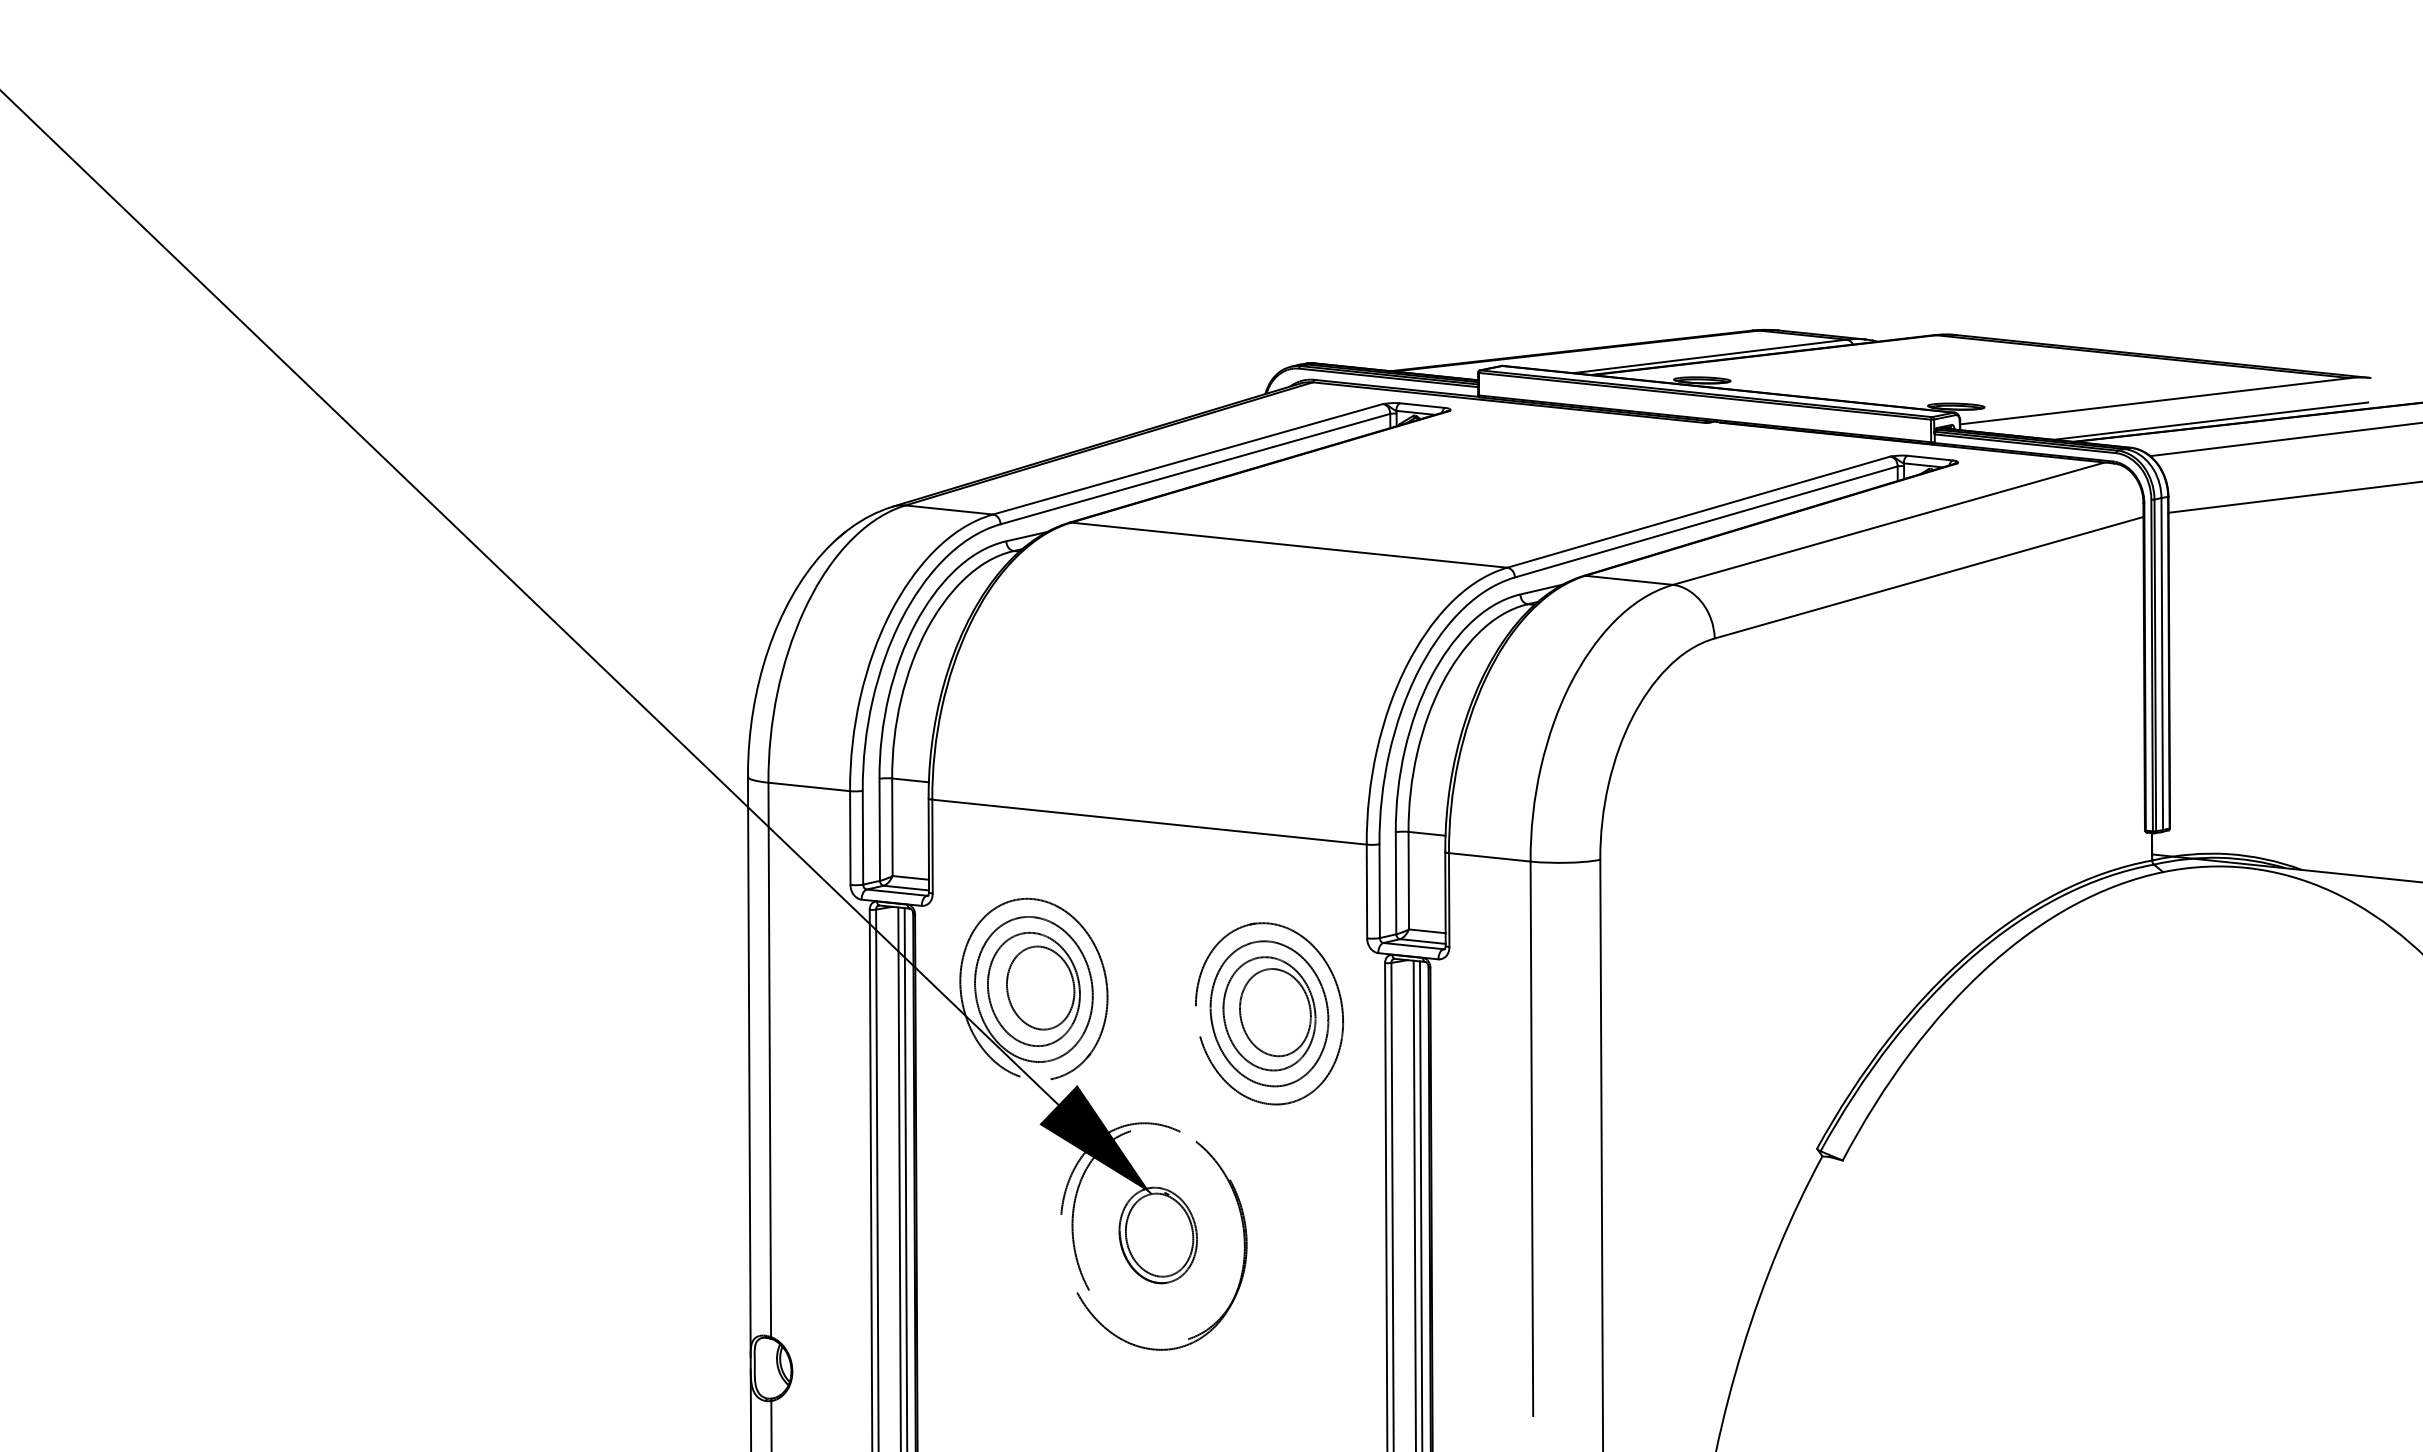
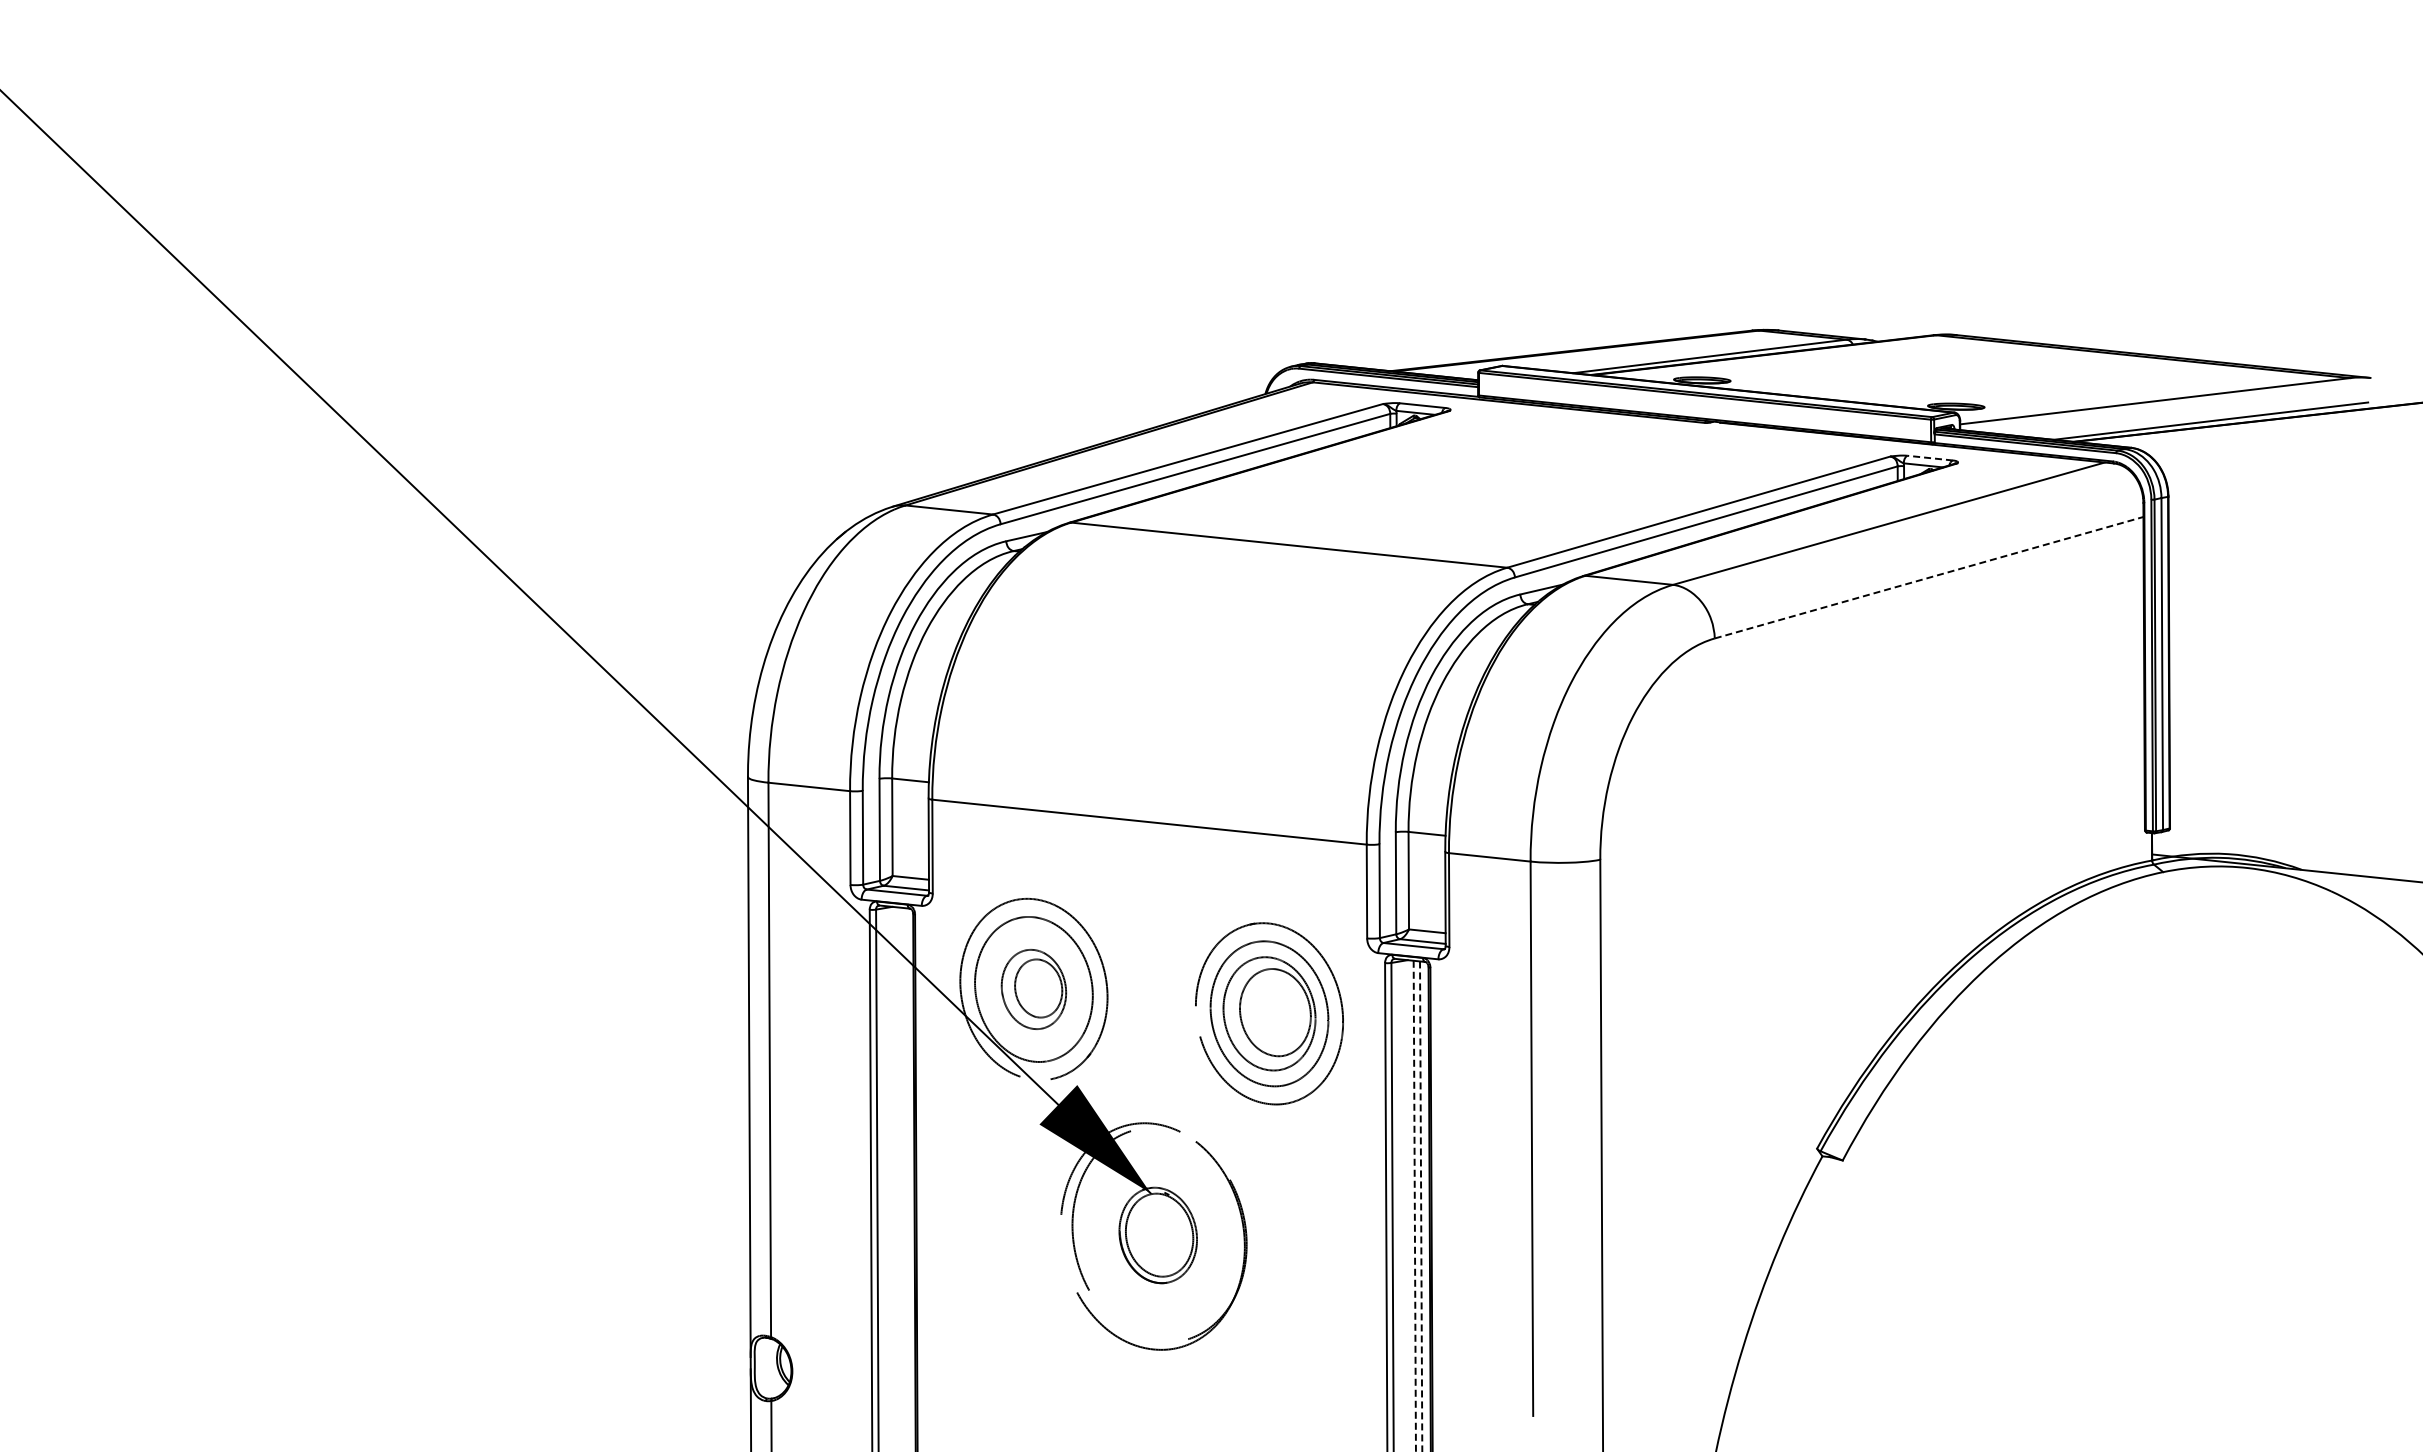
line at (2284, 439): present -> none
line at (1930, 458): solid -> dashed
line at (2293, 497): present -> none
line at (1929, 577): solid -> dashed
part at (1033, 989) size: 94x115 px -> 68x81 px
line at (899, 1177): present -> none
line at (905, 1178): present -> none
line at (1414, 1206): solid -> dashed
line at (1421, 1206): solid -> dashed
